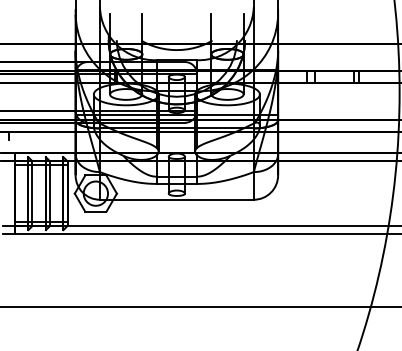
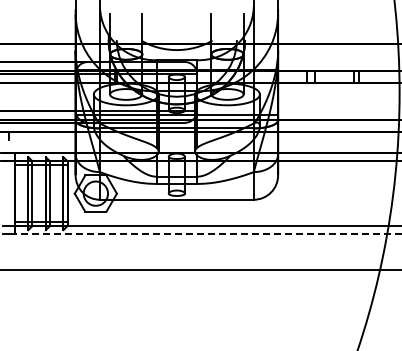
line at (207, 234): solid -> dashed
line at (200, 307) position: (200, 307) -> (200, 270)
